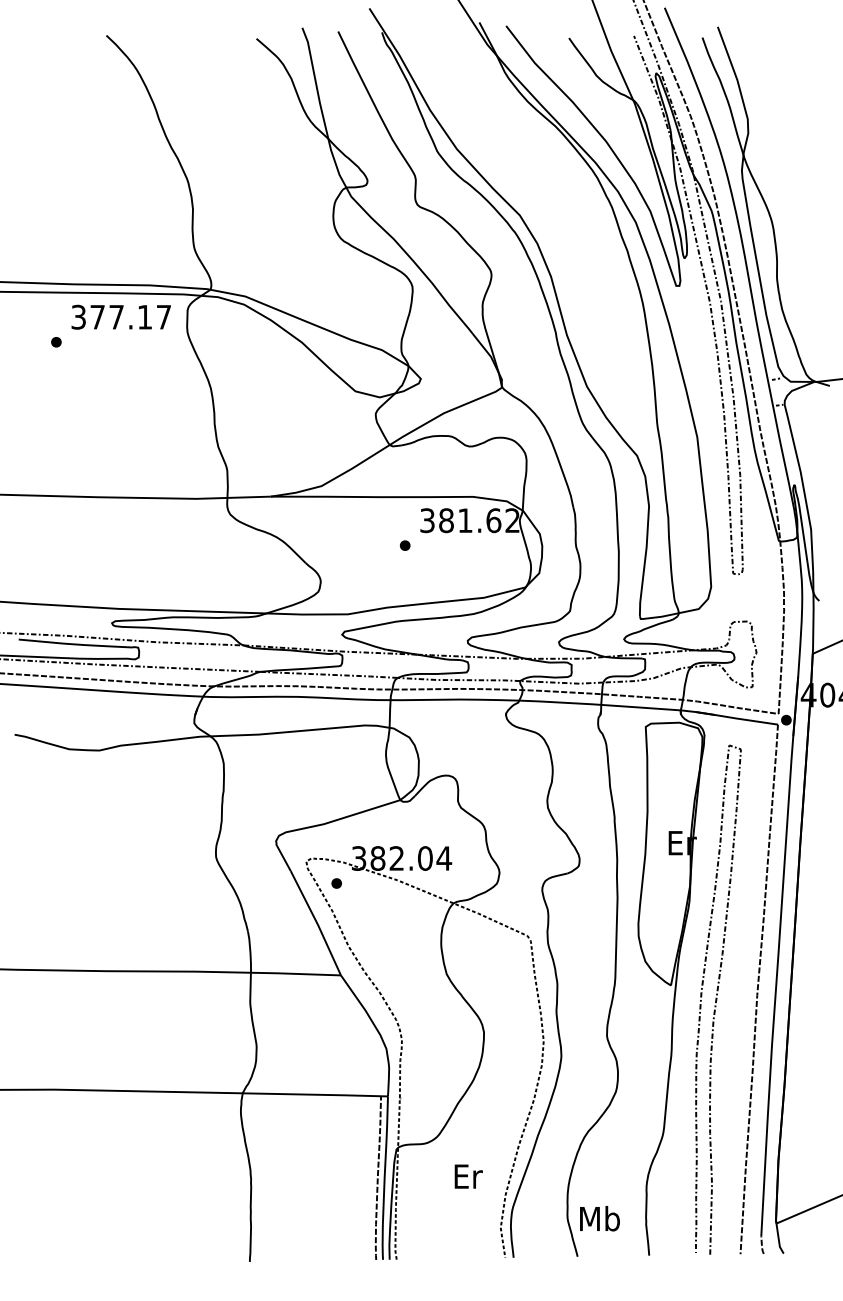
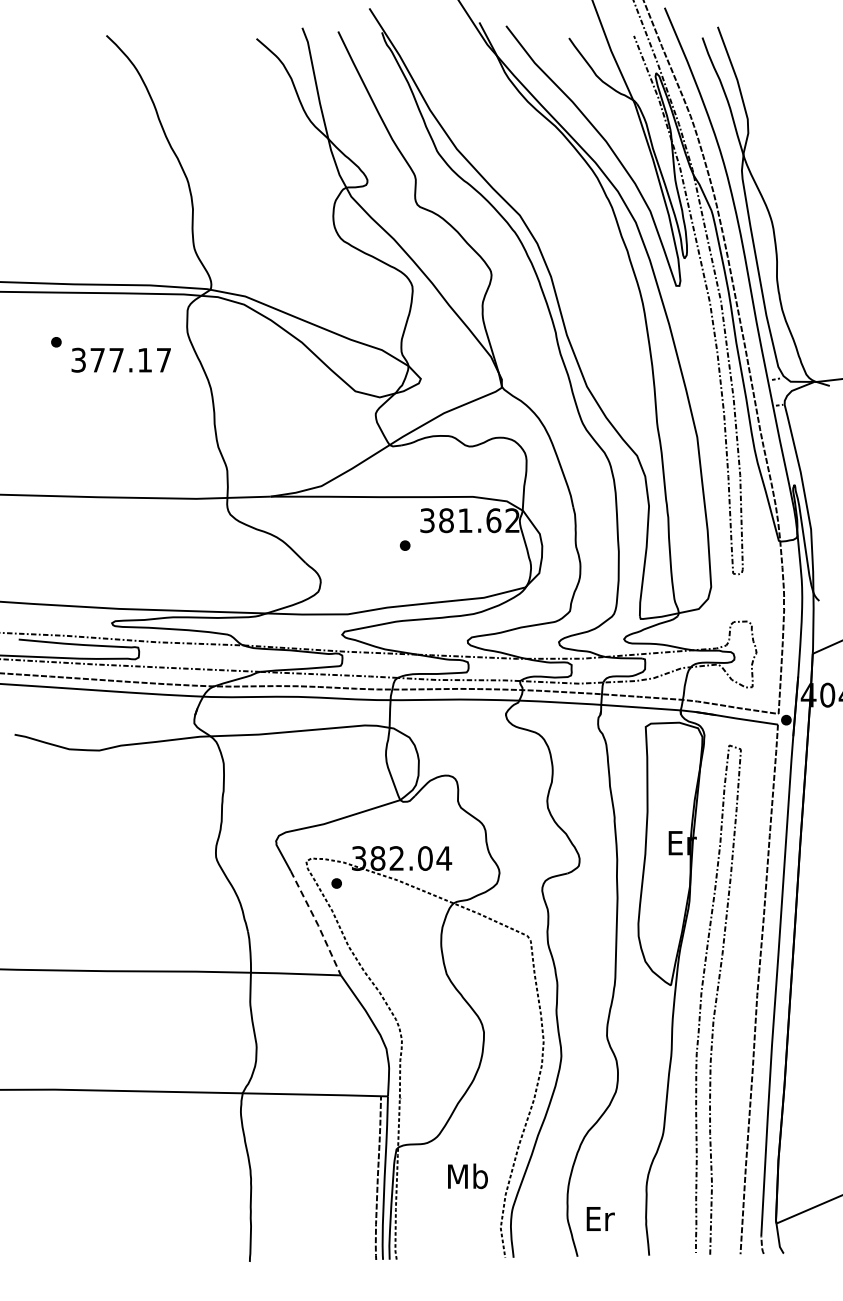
text at (120, 316) position: (120, 316) -> (120, 359)
line at (317, 923): solid -> dashed
text at (467, 1176): Er -> Mb
text at (599, 1218): Mb -> Er
